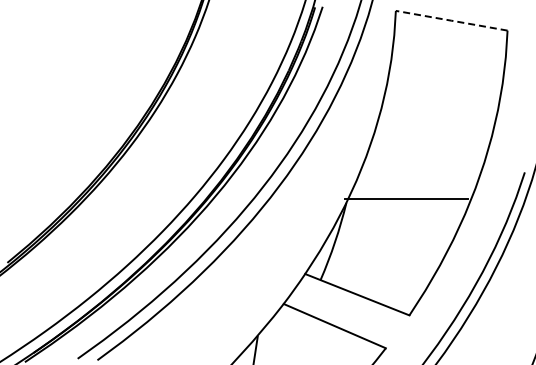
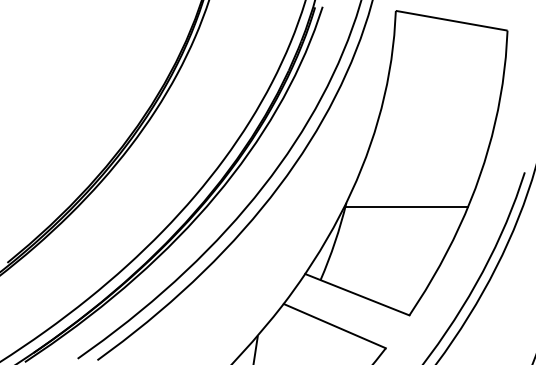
line at (451, 20): dashed -> solid
line at (406, 198) position: (406, 198) -> (406, 206)
